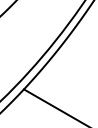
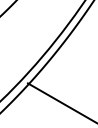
line at (54, 106) position: (54, 106) -> (60, 102)
